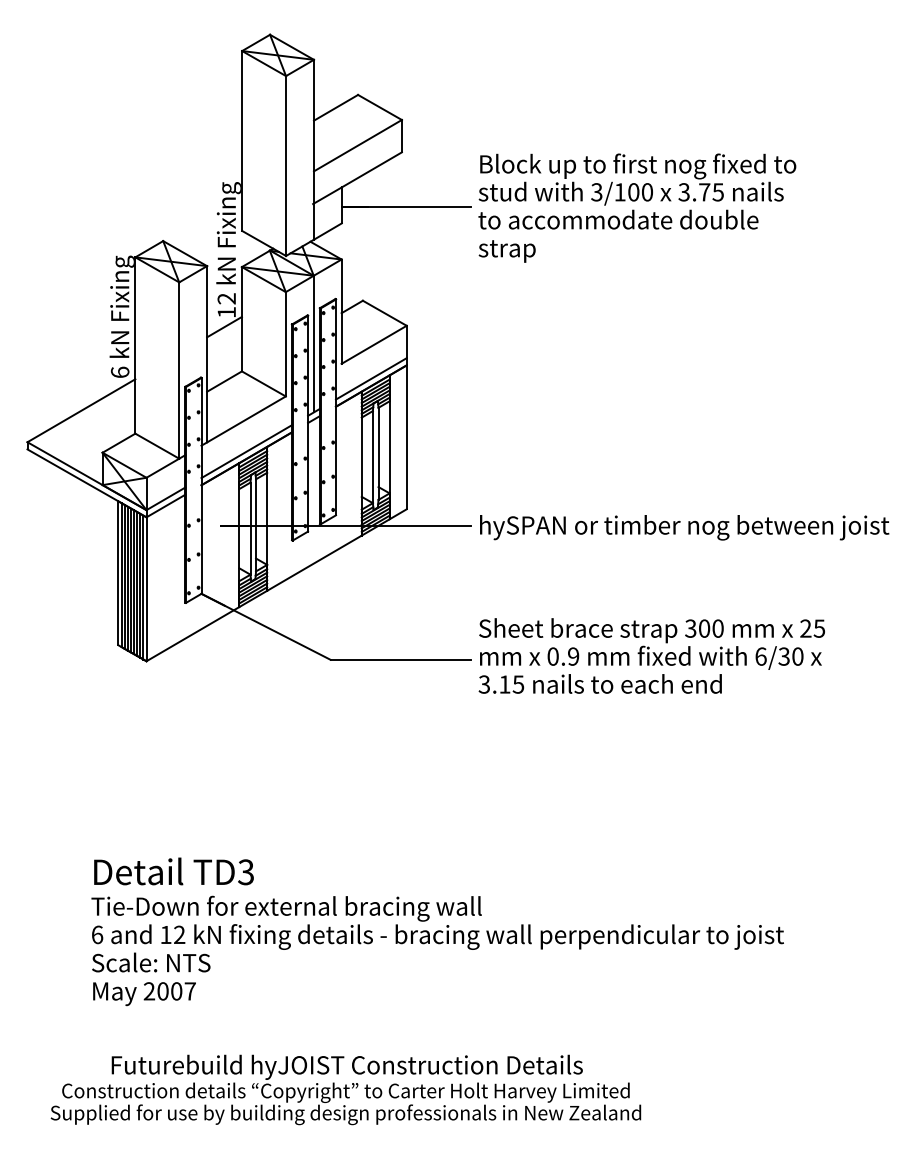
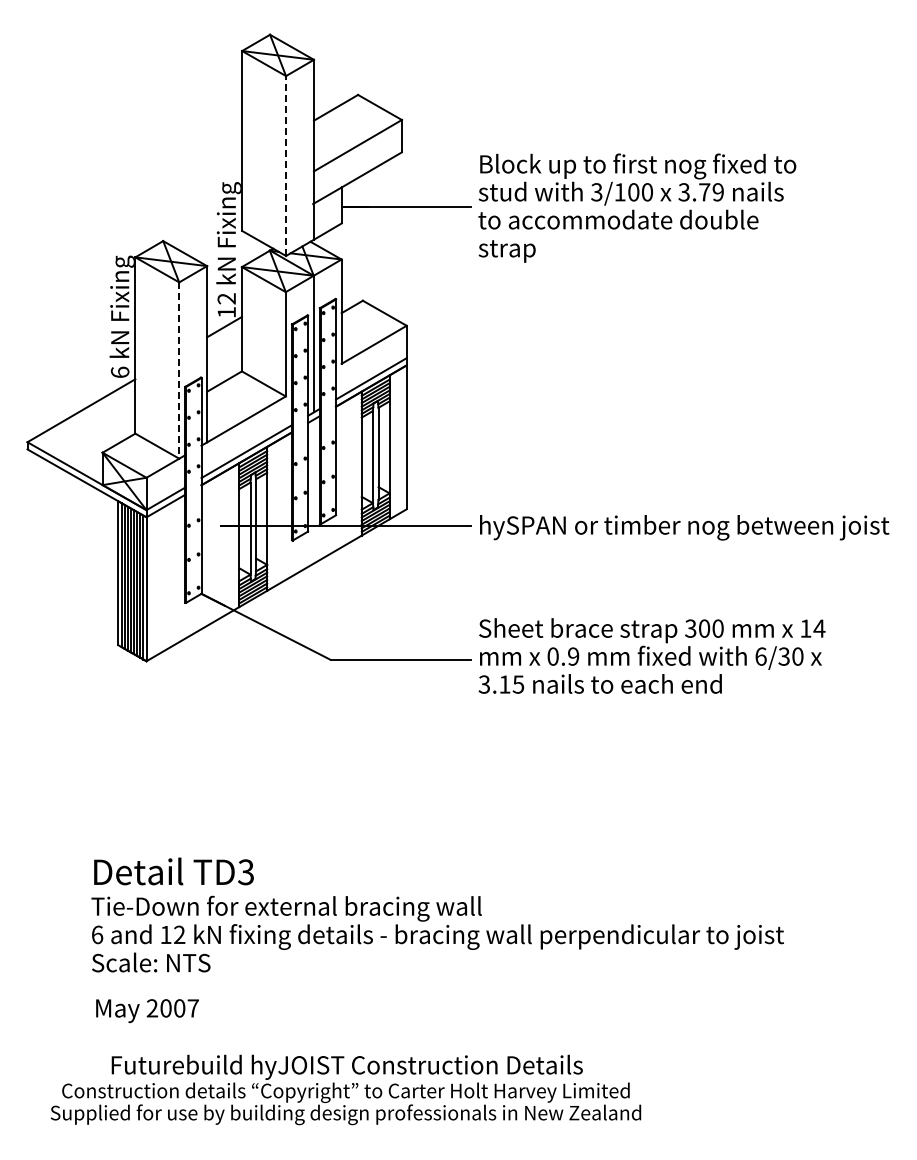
line at (286, 166): solid -> dashed
text at (717, 192): 3.75 -> 3.79
line at (179, 371): solid -> dashed
text at (812, 628): 25 -> 14
text at (144, 994) position: (144, 994) -> (147, 1011)
